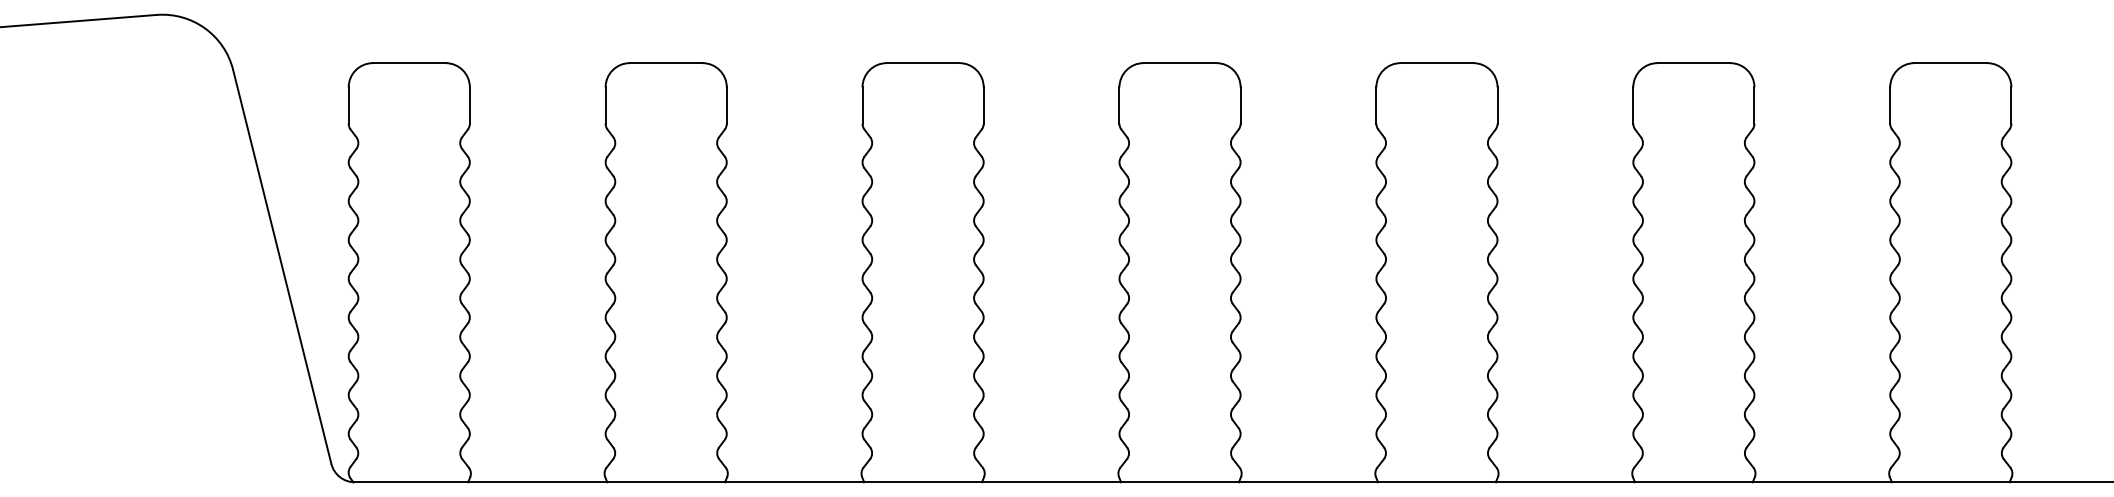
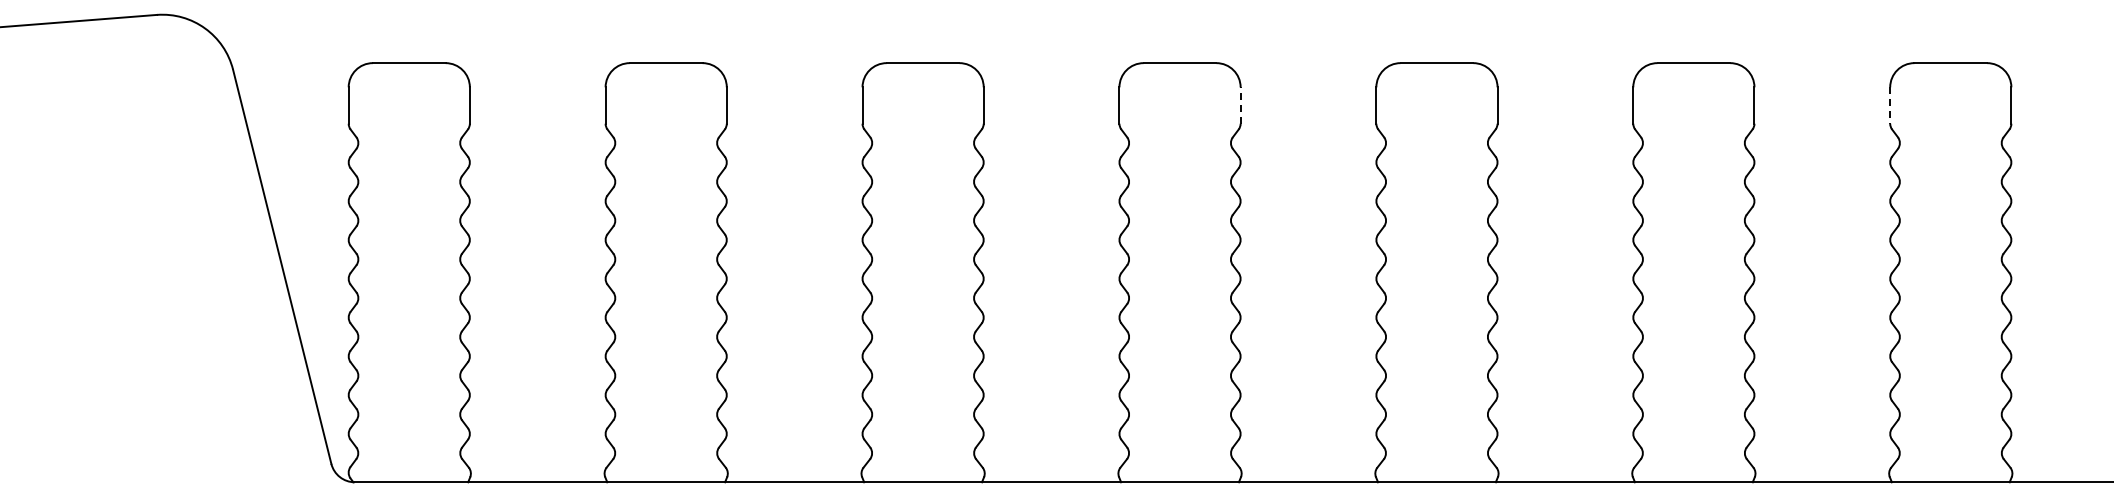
line at (1240, 105): solid -> dashed
line at (1890, 106): solid -> dashed
